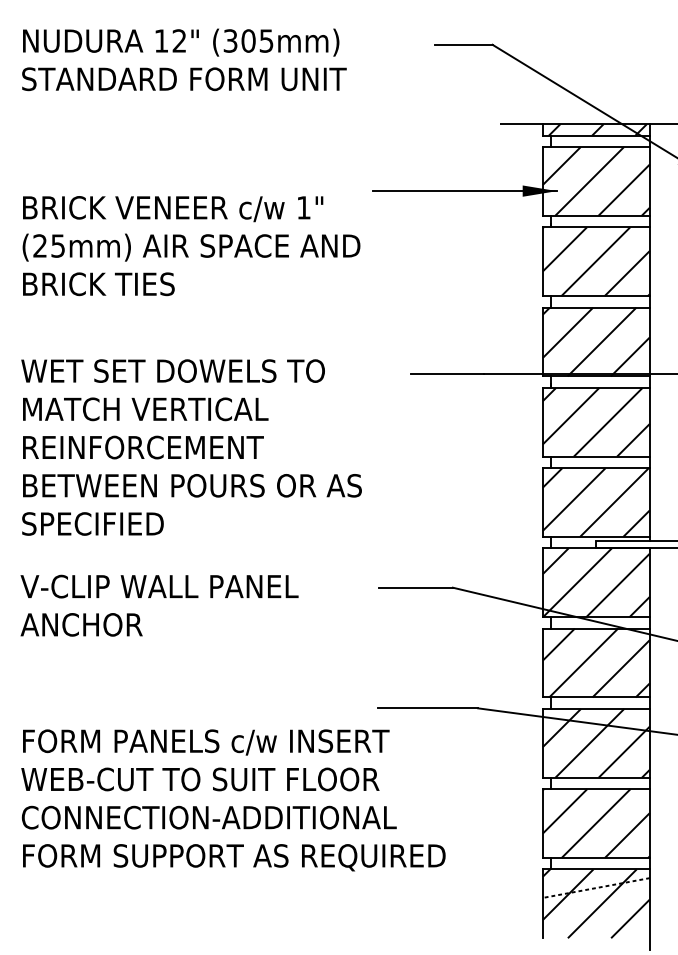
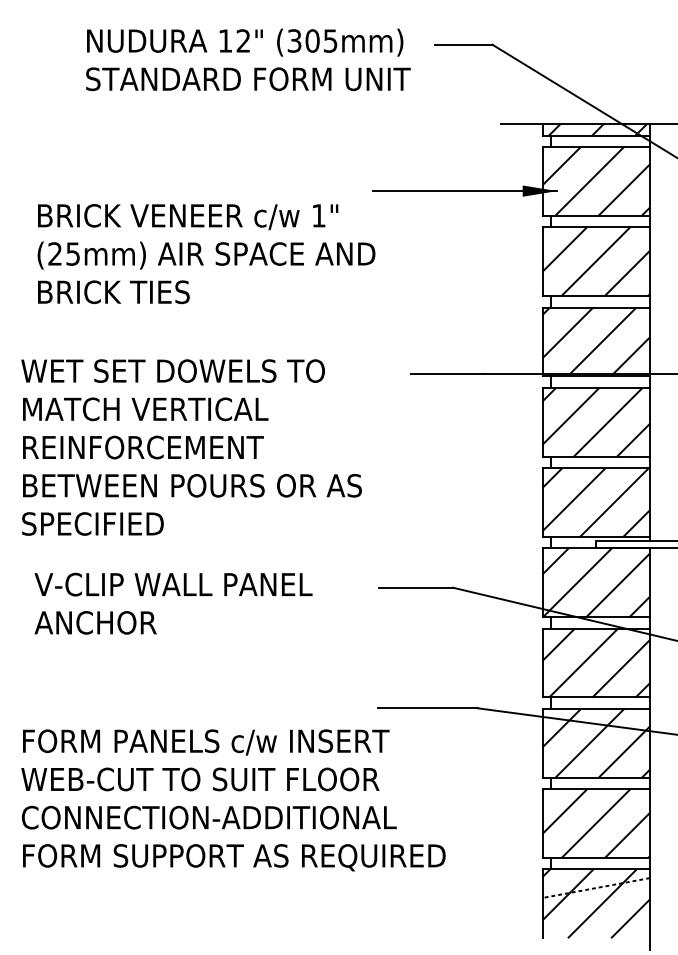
text at (184, 59) position: (184, 59) -> (248, 59)
text at (191, 246) position: (191, 246) -> (206, 254)
text at (159, 605) position: (159, 605) -> (173, 603)
